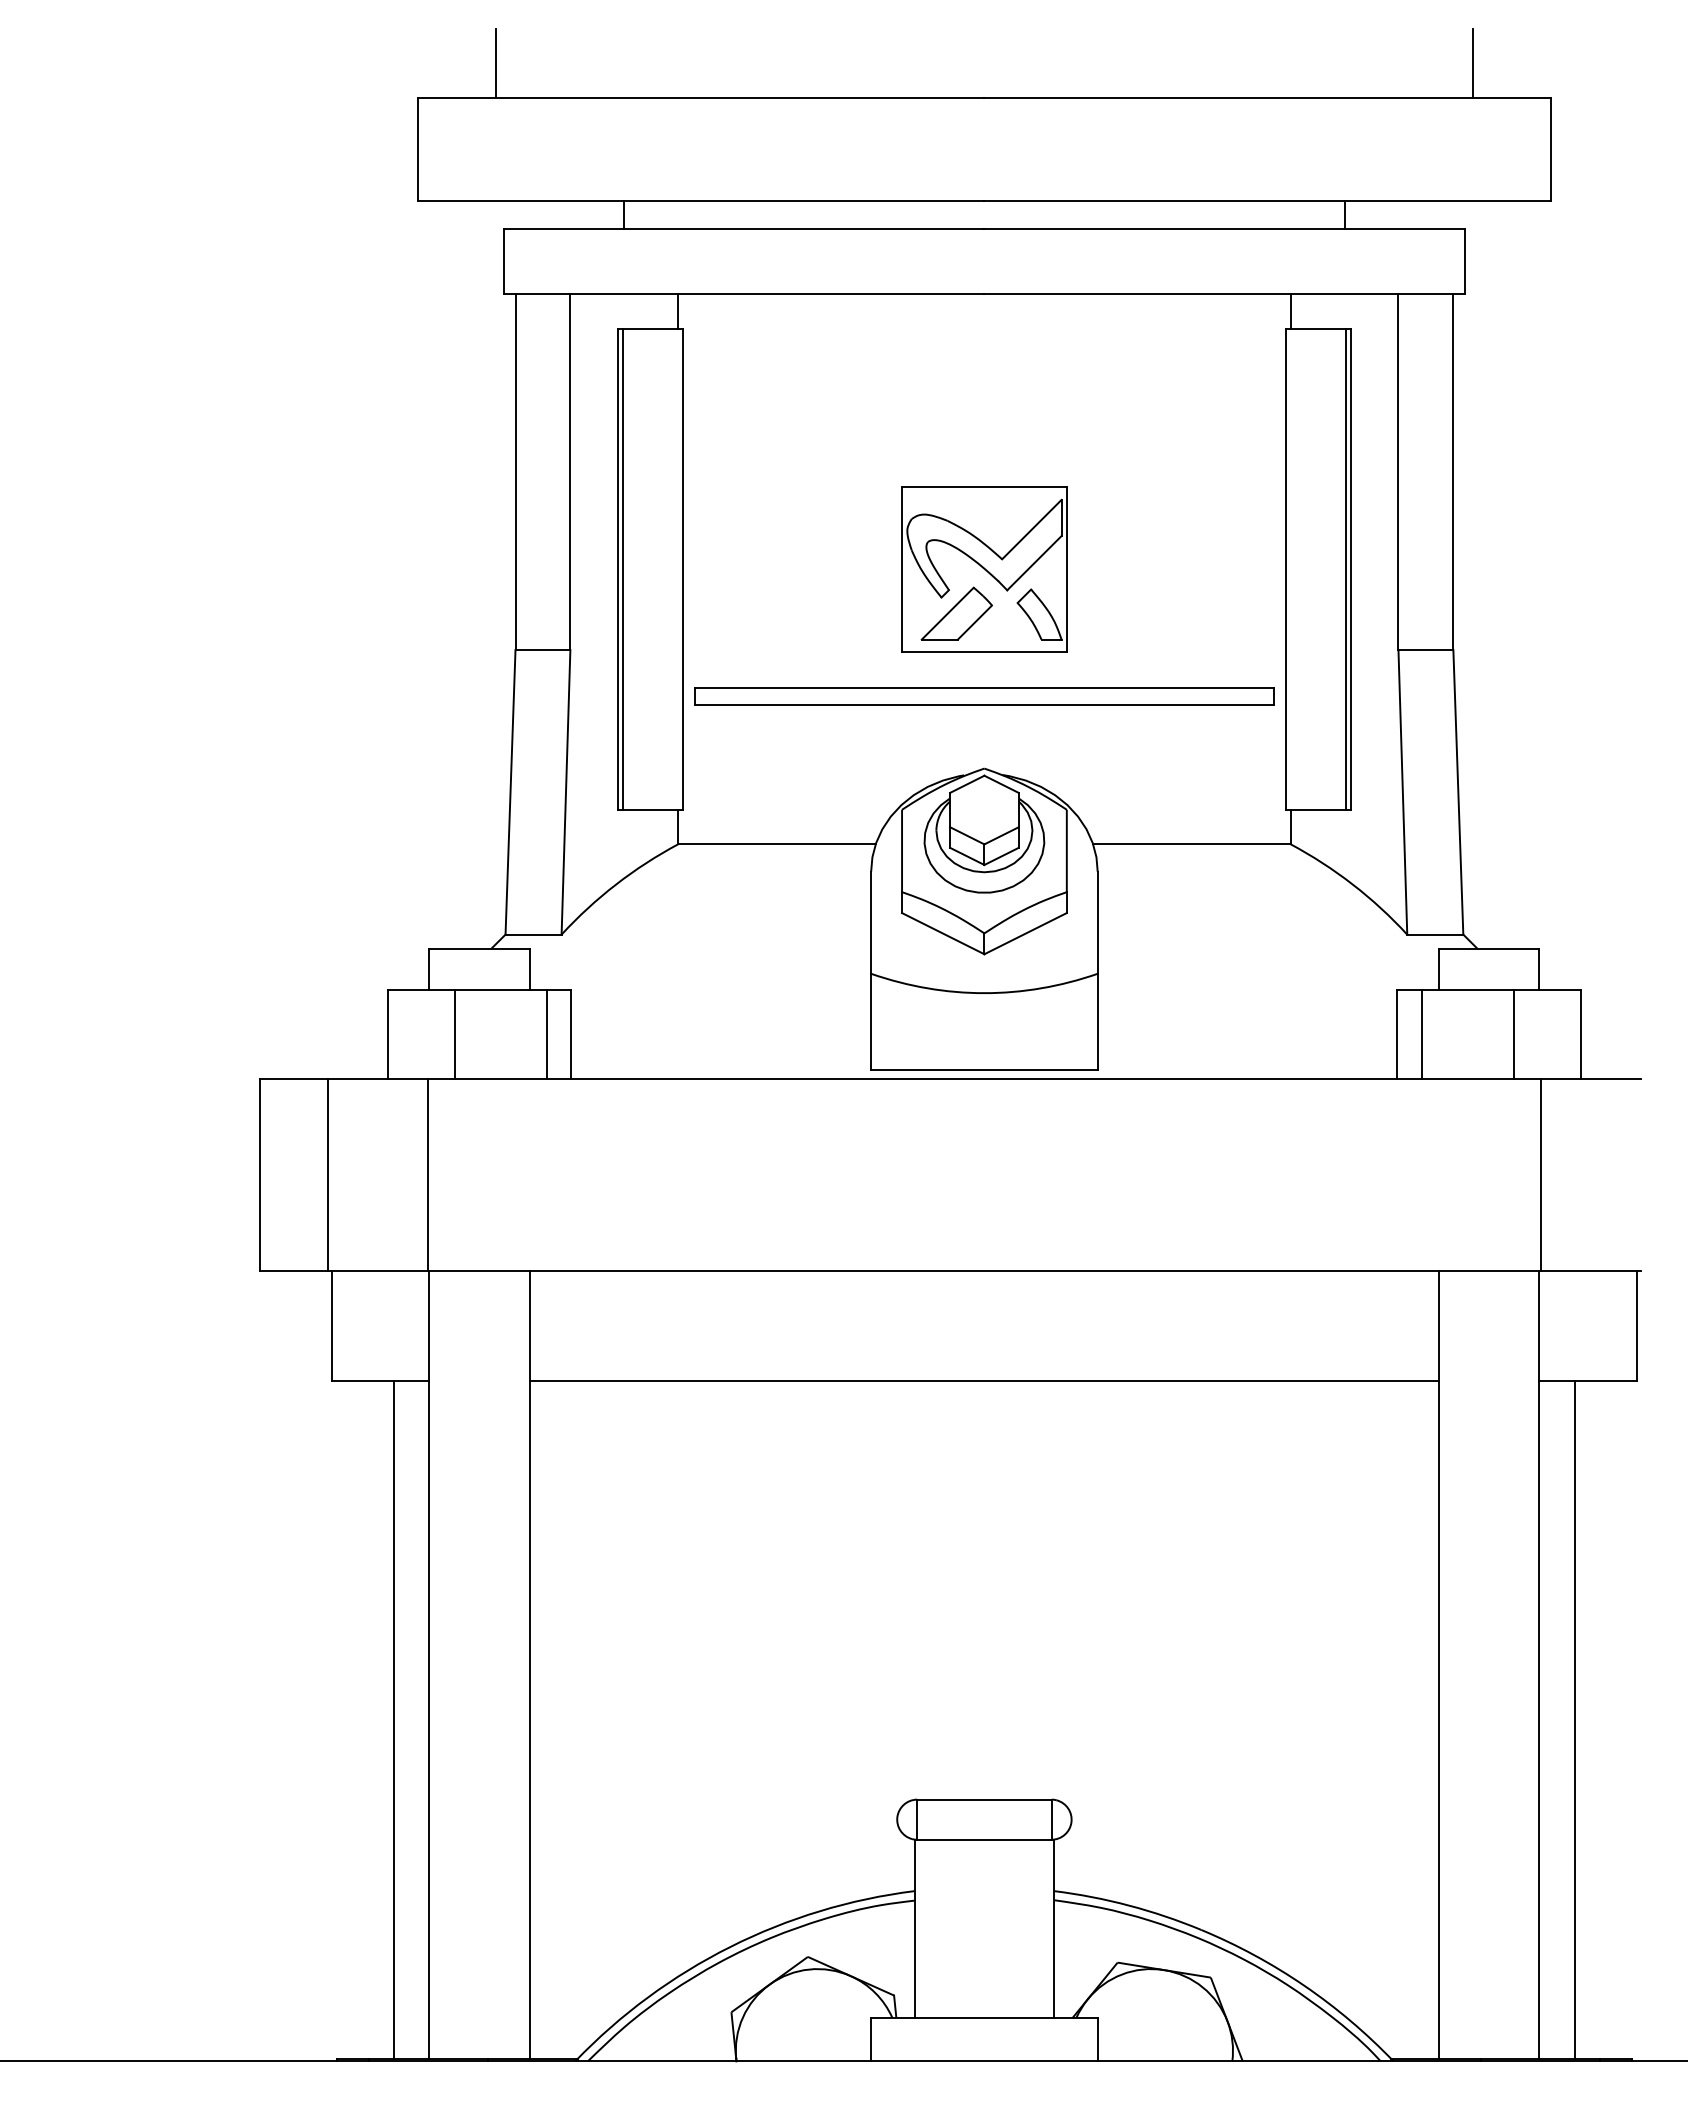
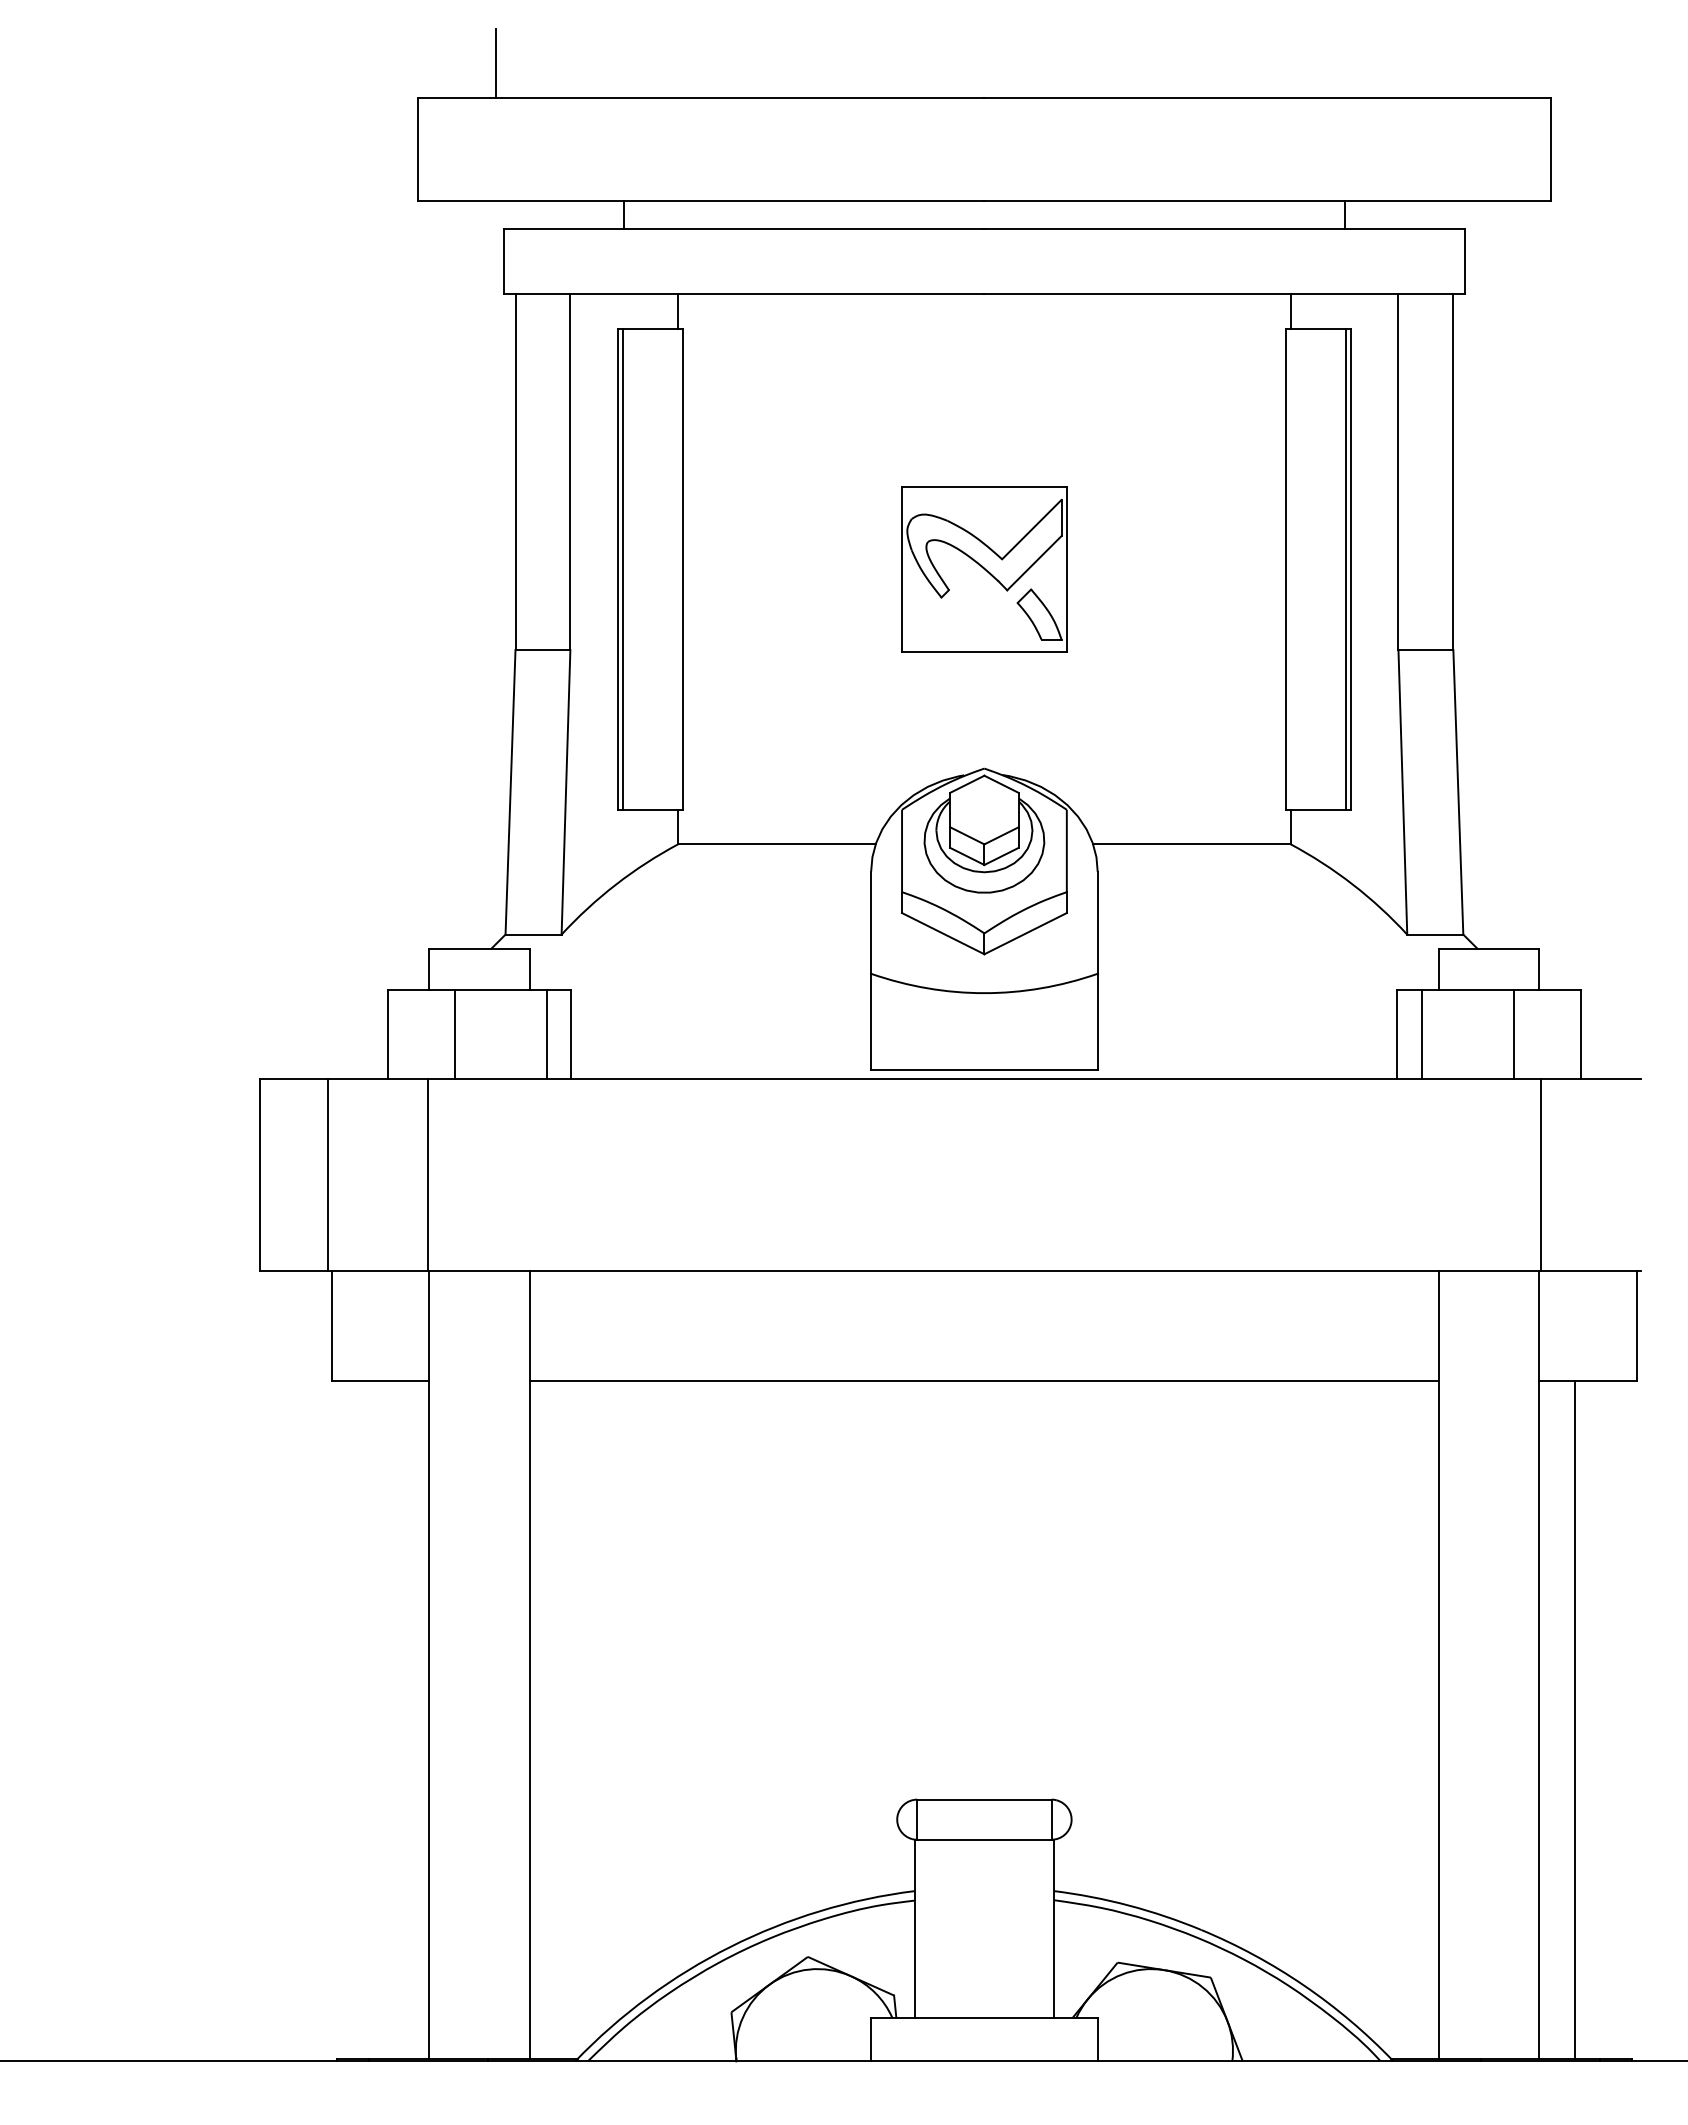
line at (1473, 63): present -> none
part at (956, 613): present -> none
part at (984, 696): present -> none
line at (393, 1719): present -> none
